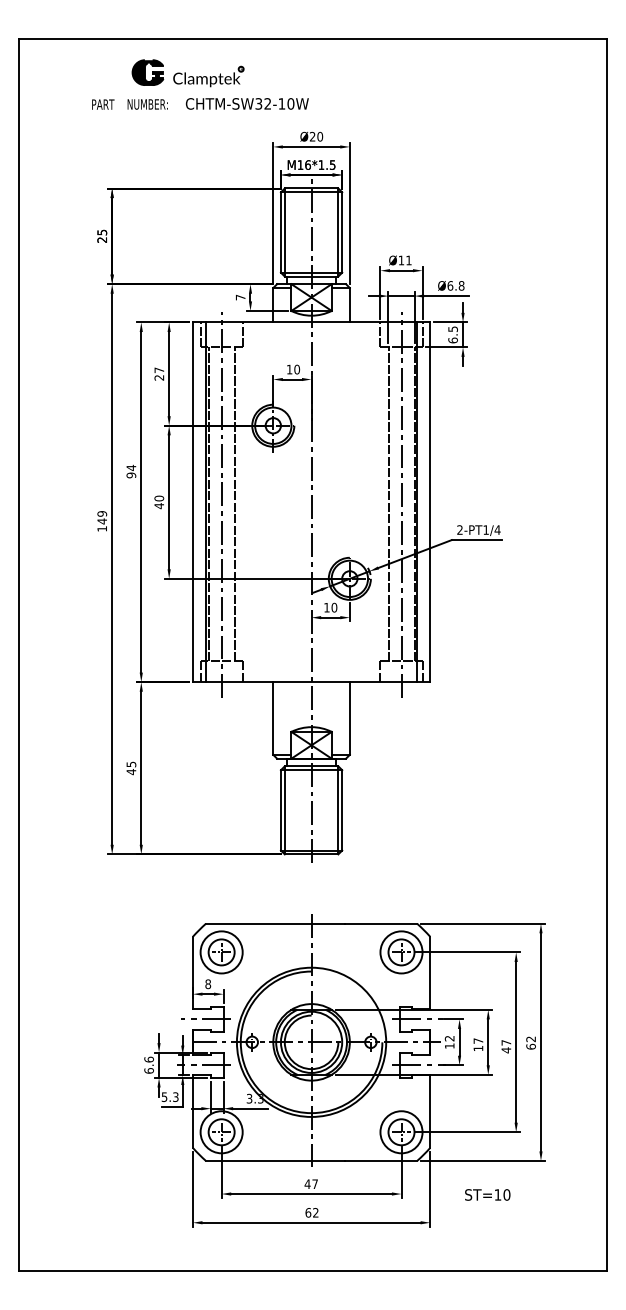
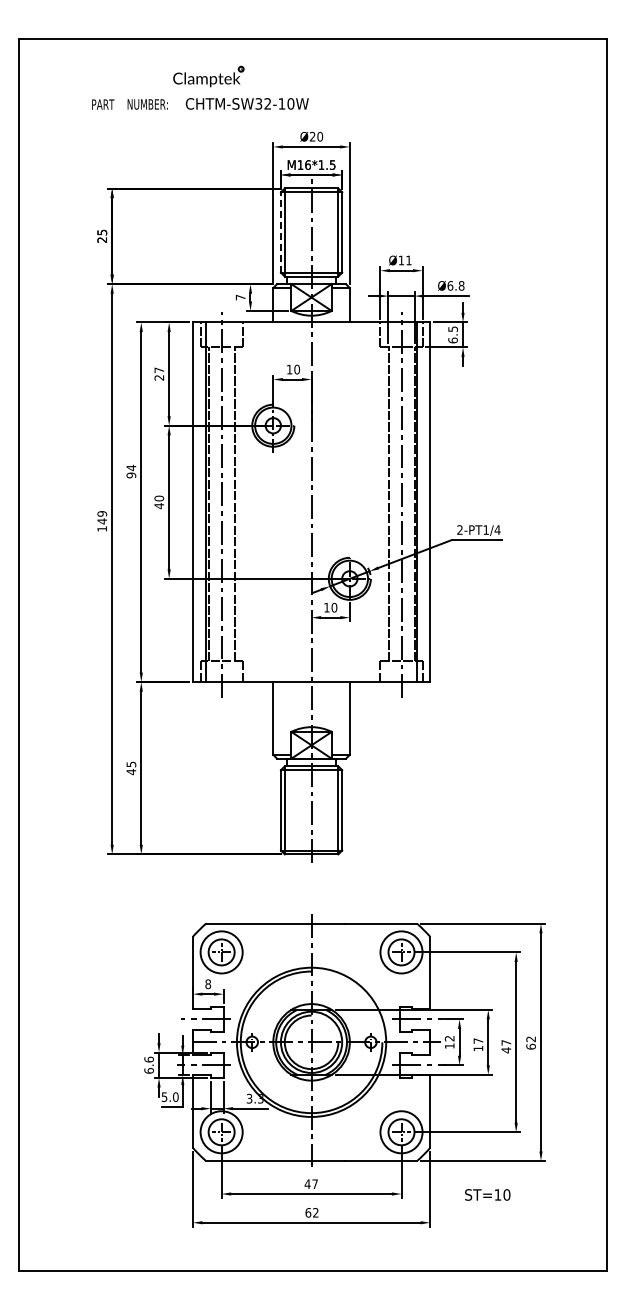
part at (147, 72): present -> none
line at (280, 232): solid -> dashed
text at (175, 1096): 5.3 -> 5.0
